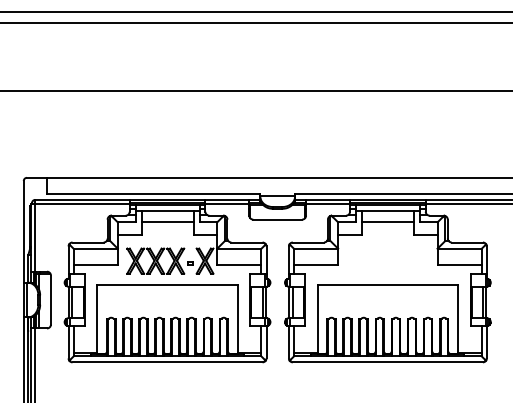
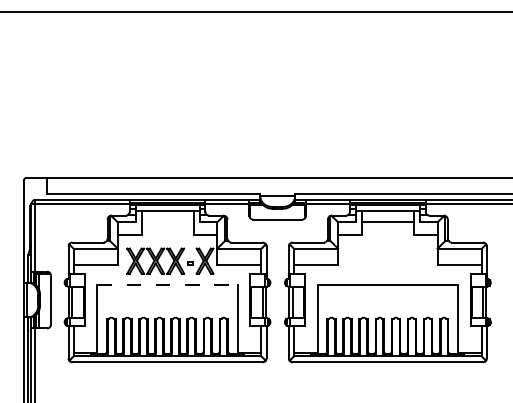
line at (255, 23): present -> none
line at (255, 91): present -> none
line at (167, 222): present -> none
line at (168, 285): solid -> dashed
